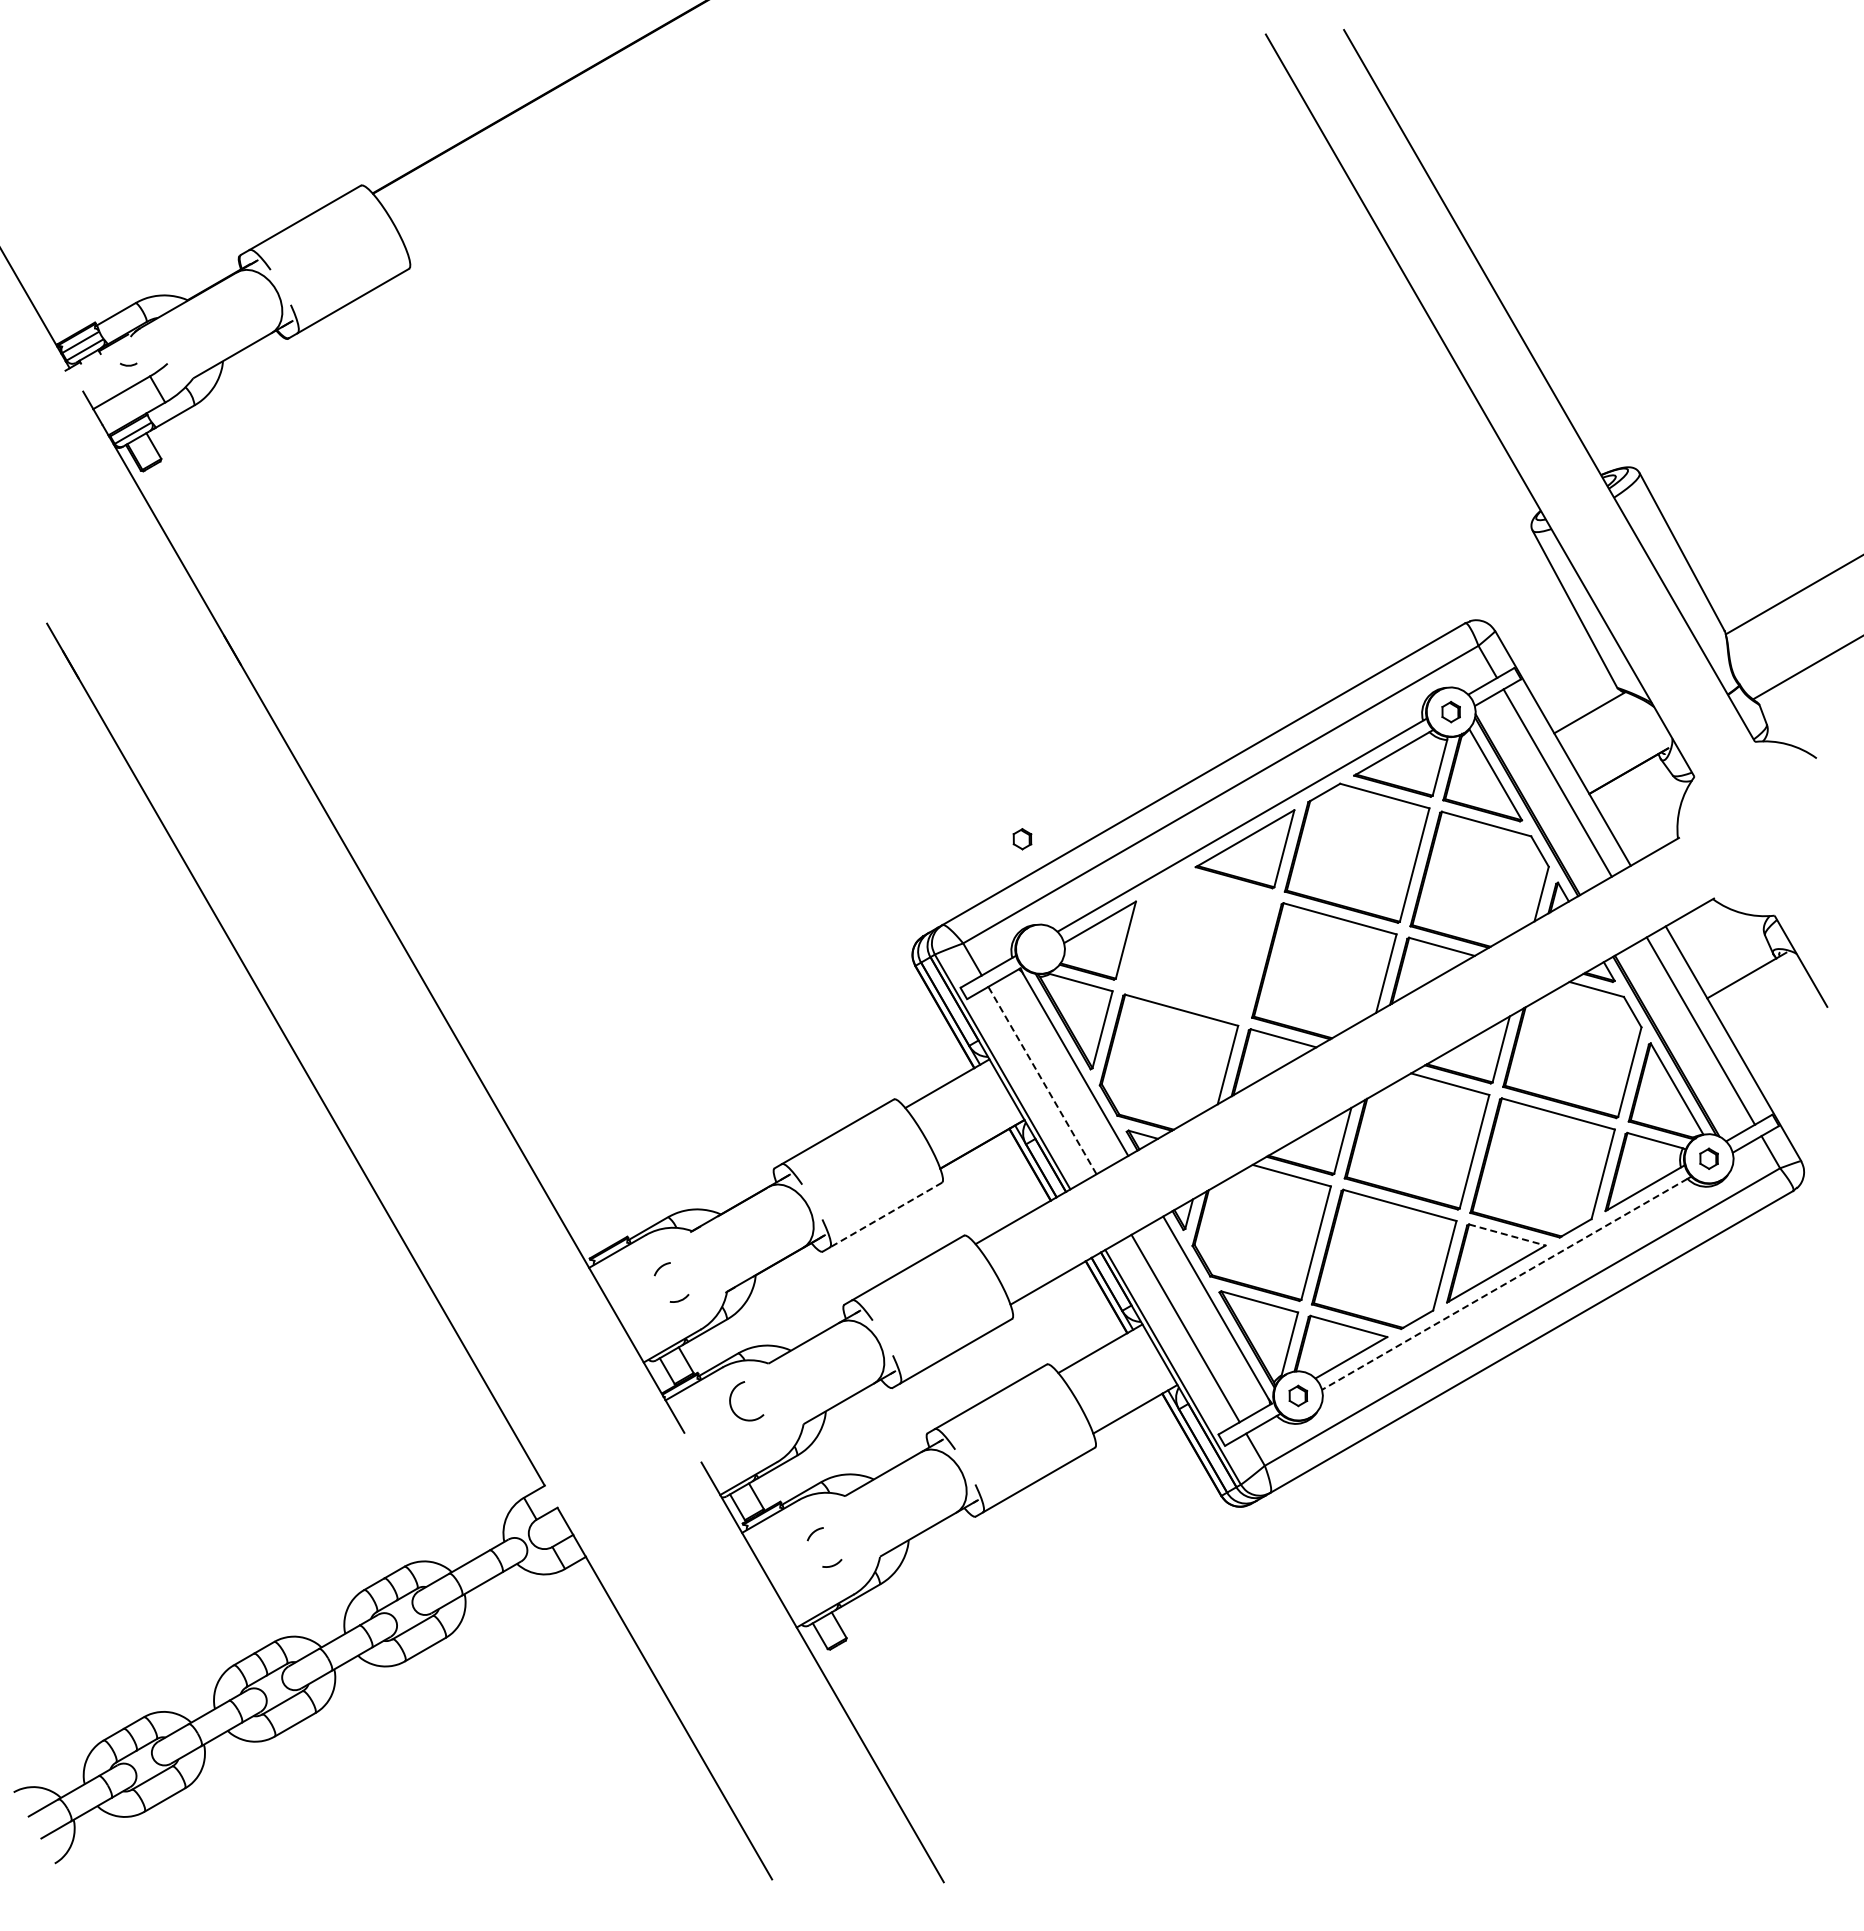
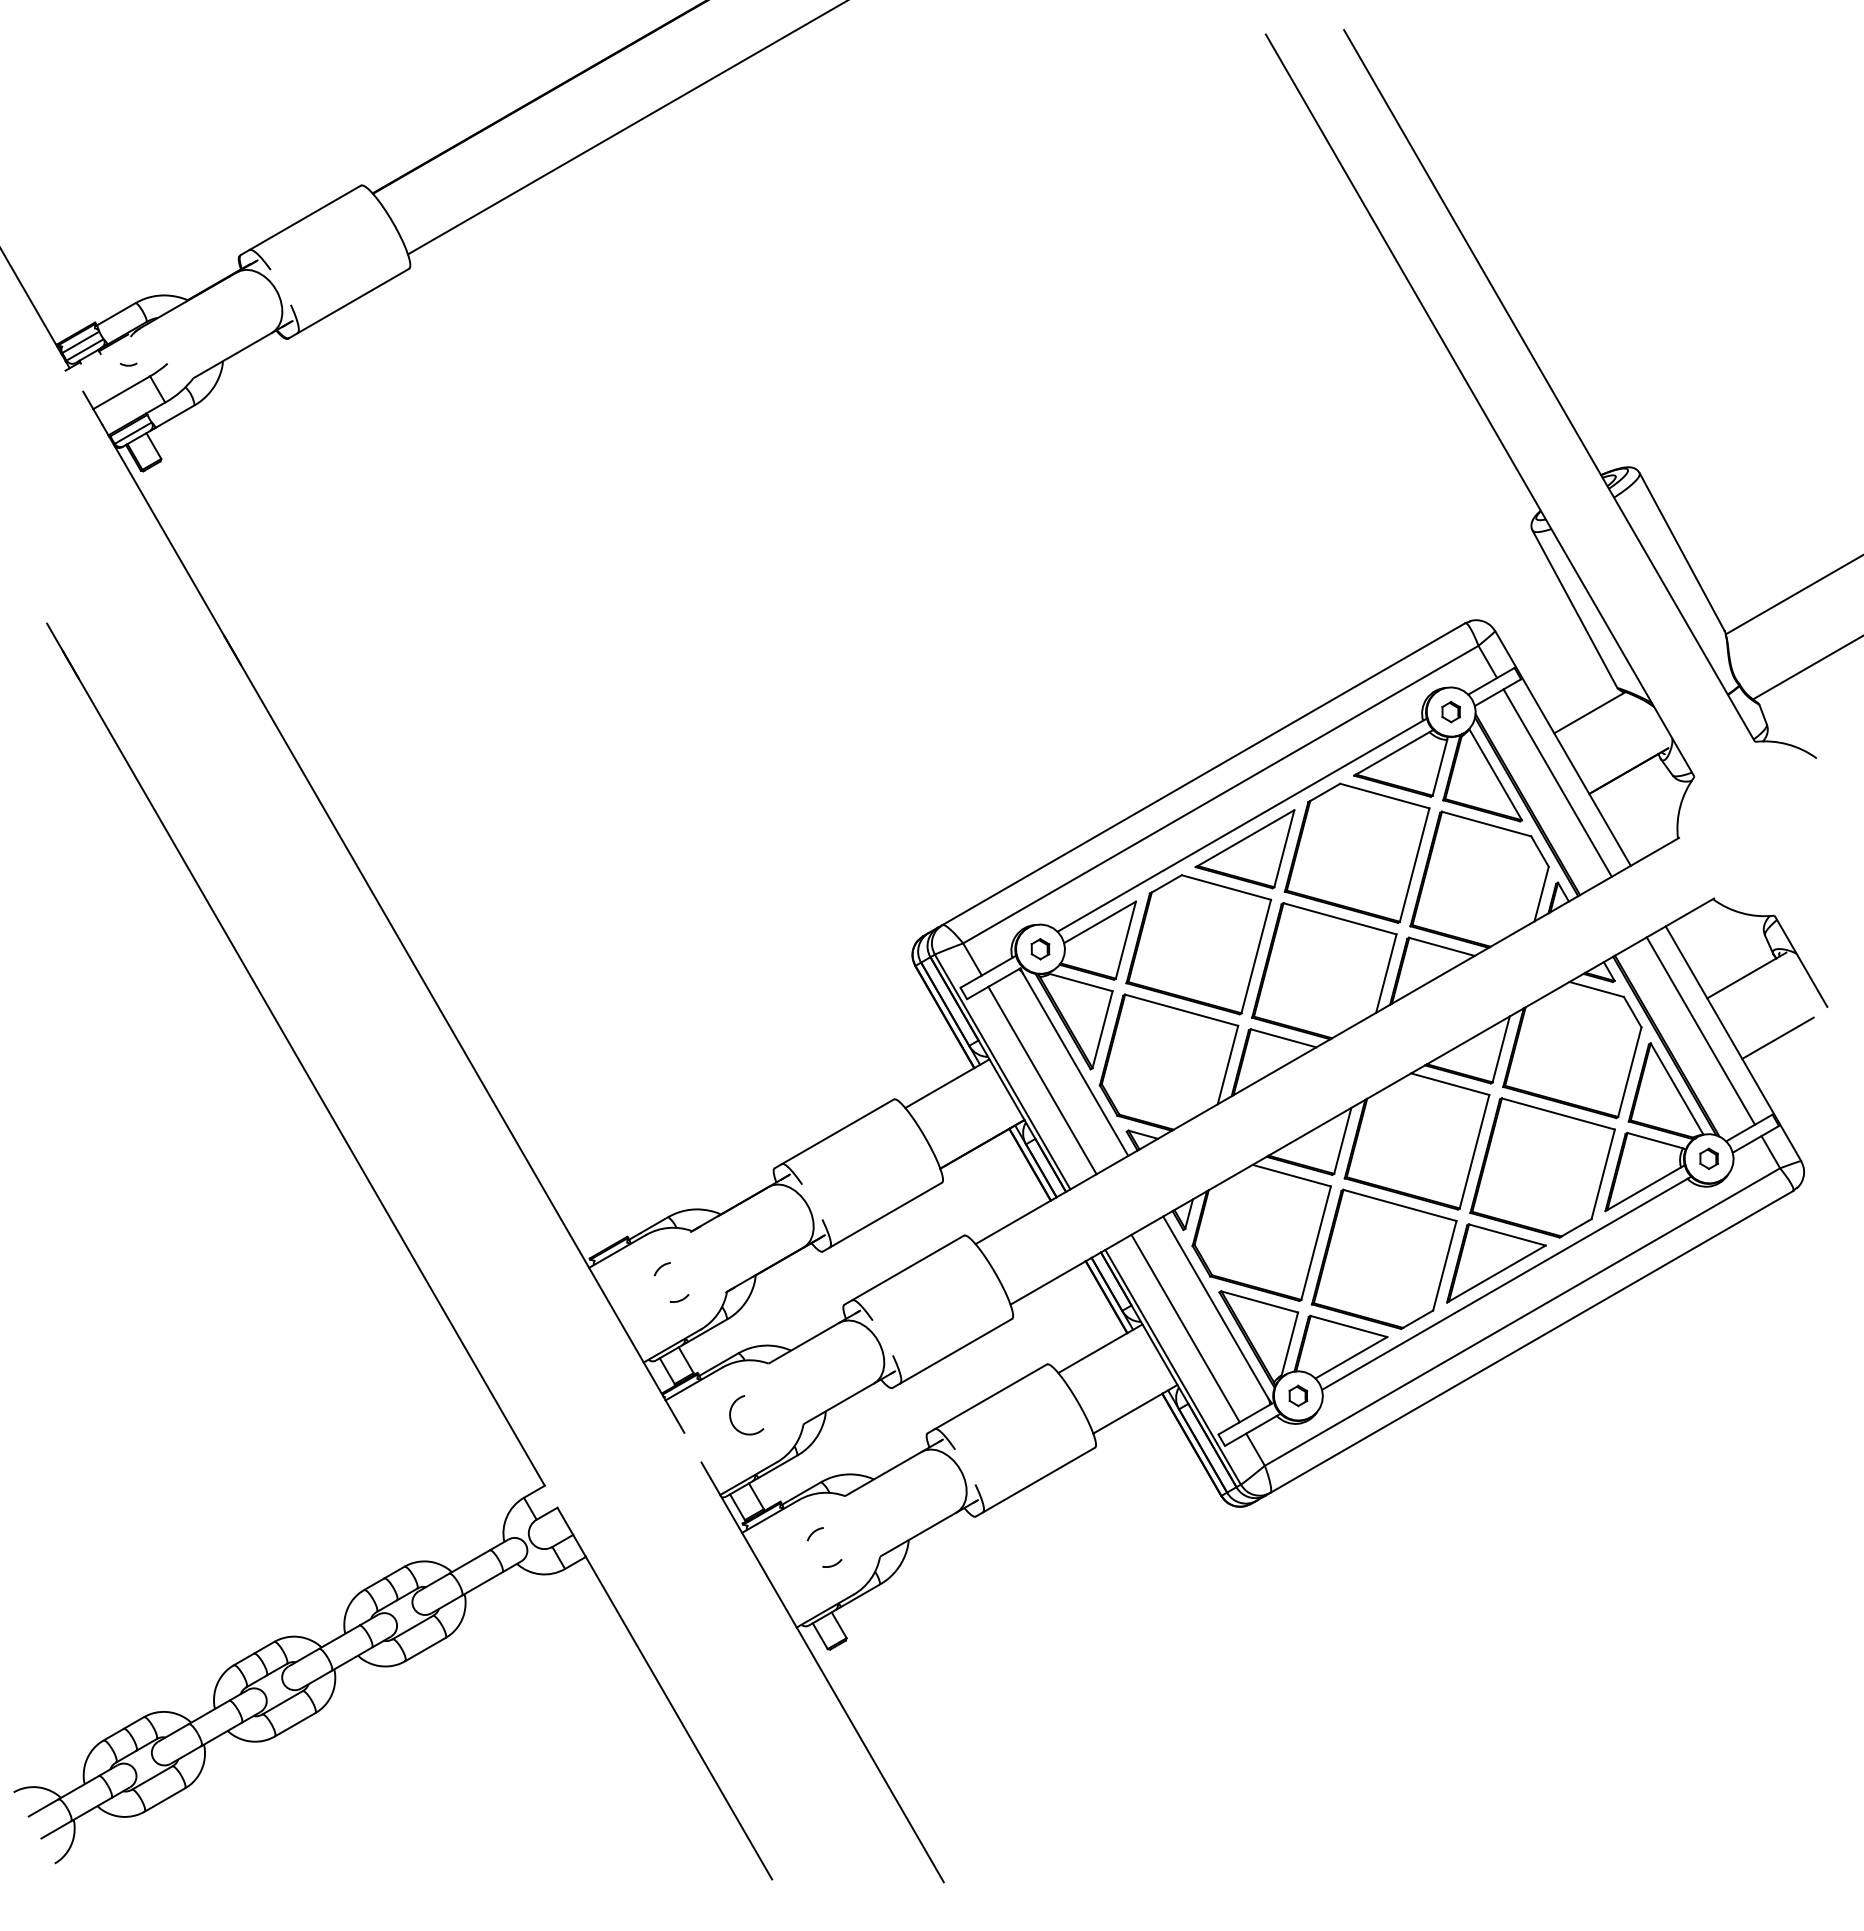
line at (626, 128): none -> present
part at (1022, 839) position: (1022, 839) -> (1040, 949)
part at (1198, 944): none -> present
line at (1777, 1037): none -> present
line at (1042, 1080): dashed -> solid
line at (886, 1215): dashed -> solid
line at (1507, 1235): dashed -> solid
line at (1504, 1284): dashed -> solid
arc at (731, 1402) position: (731, 1402) -> (731, 1416)
